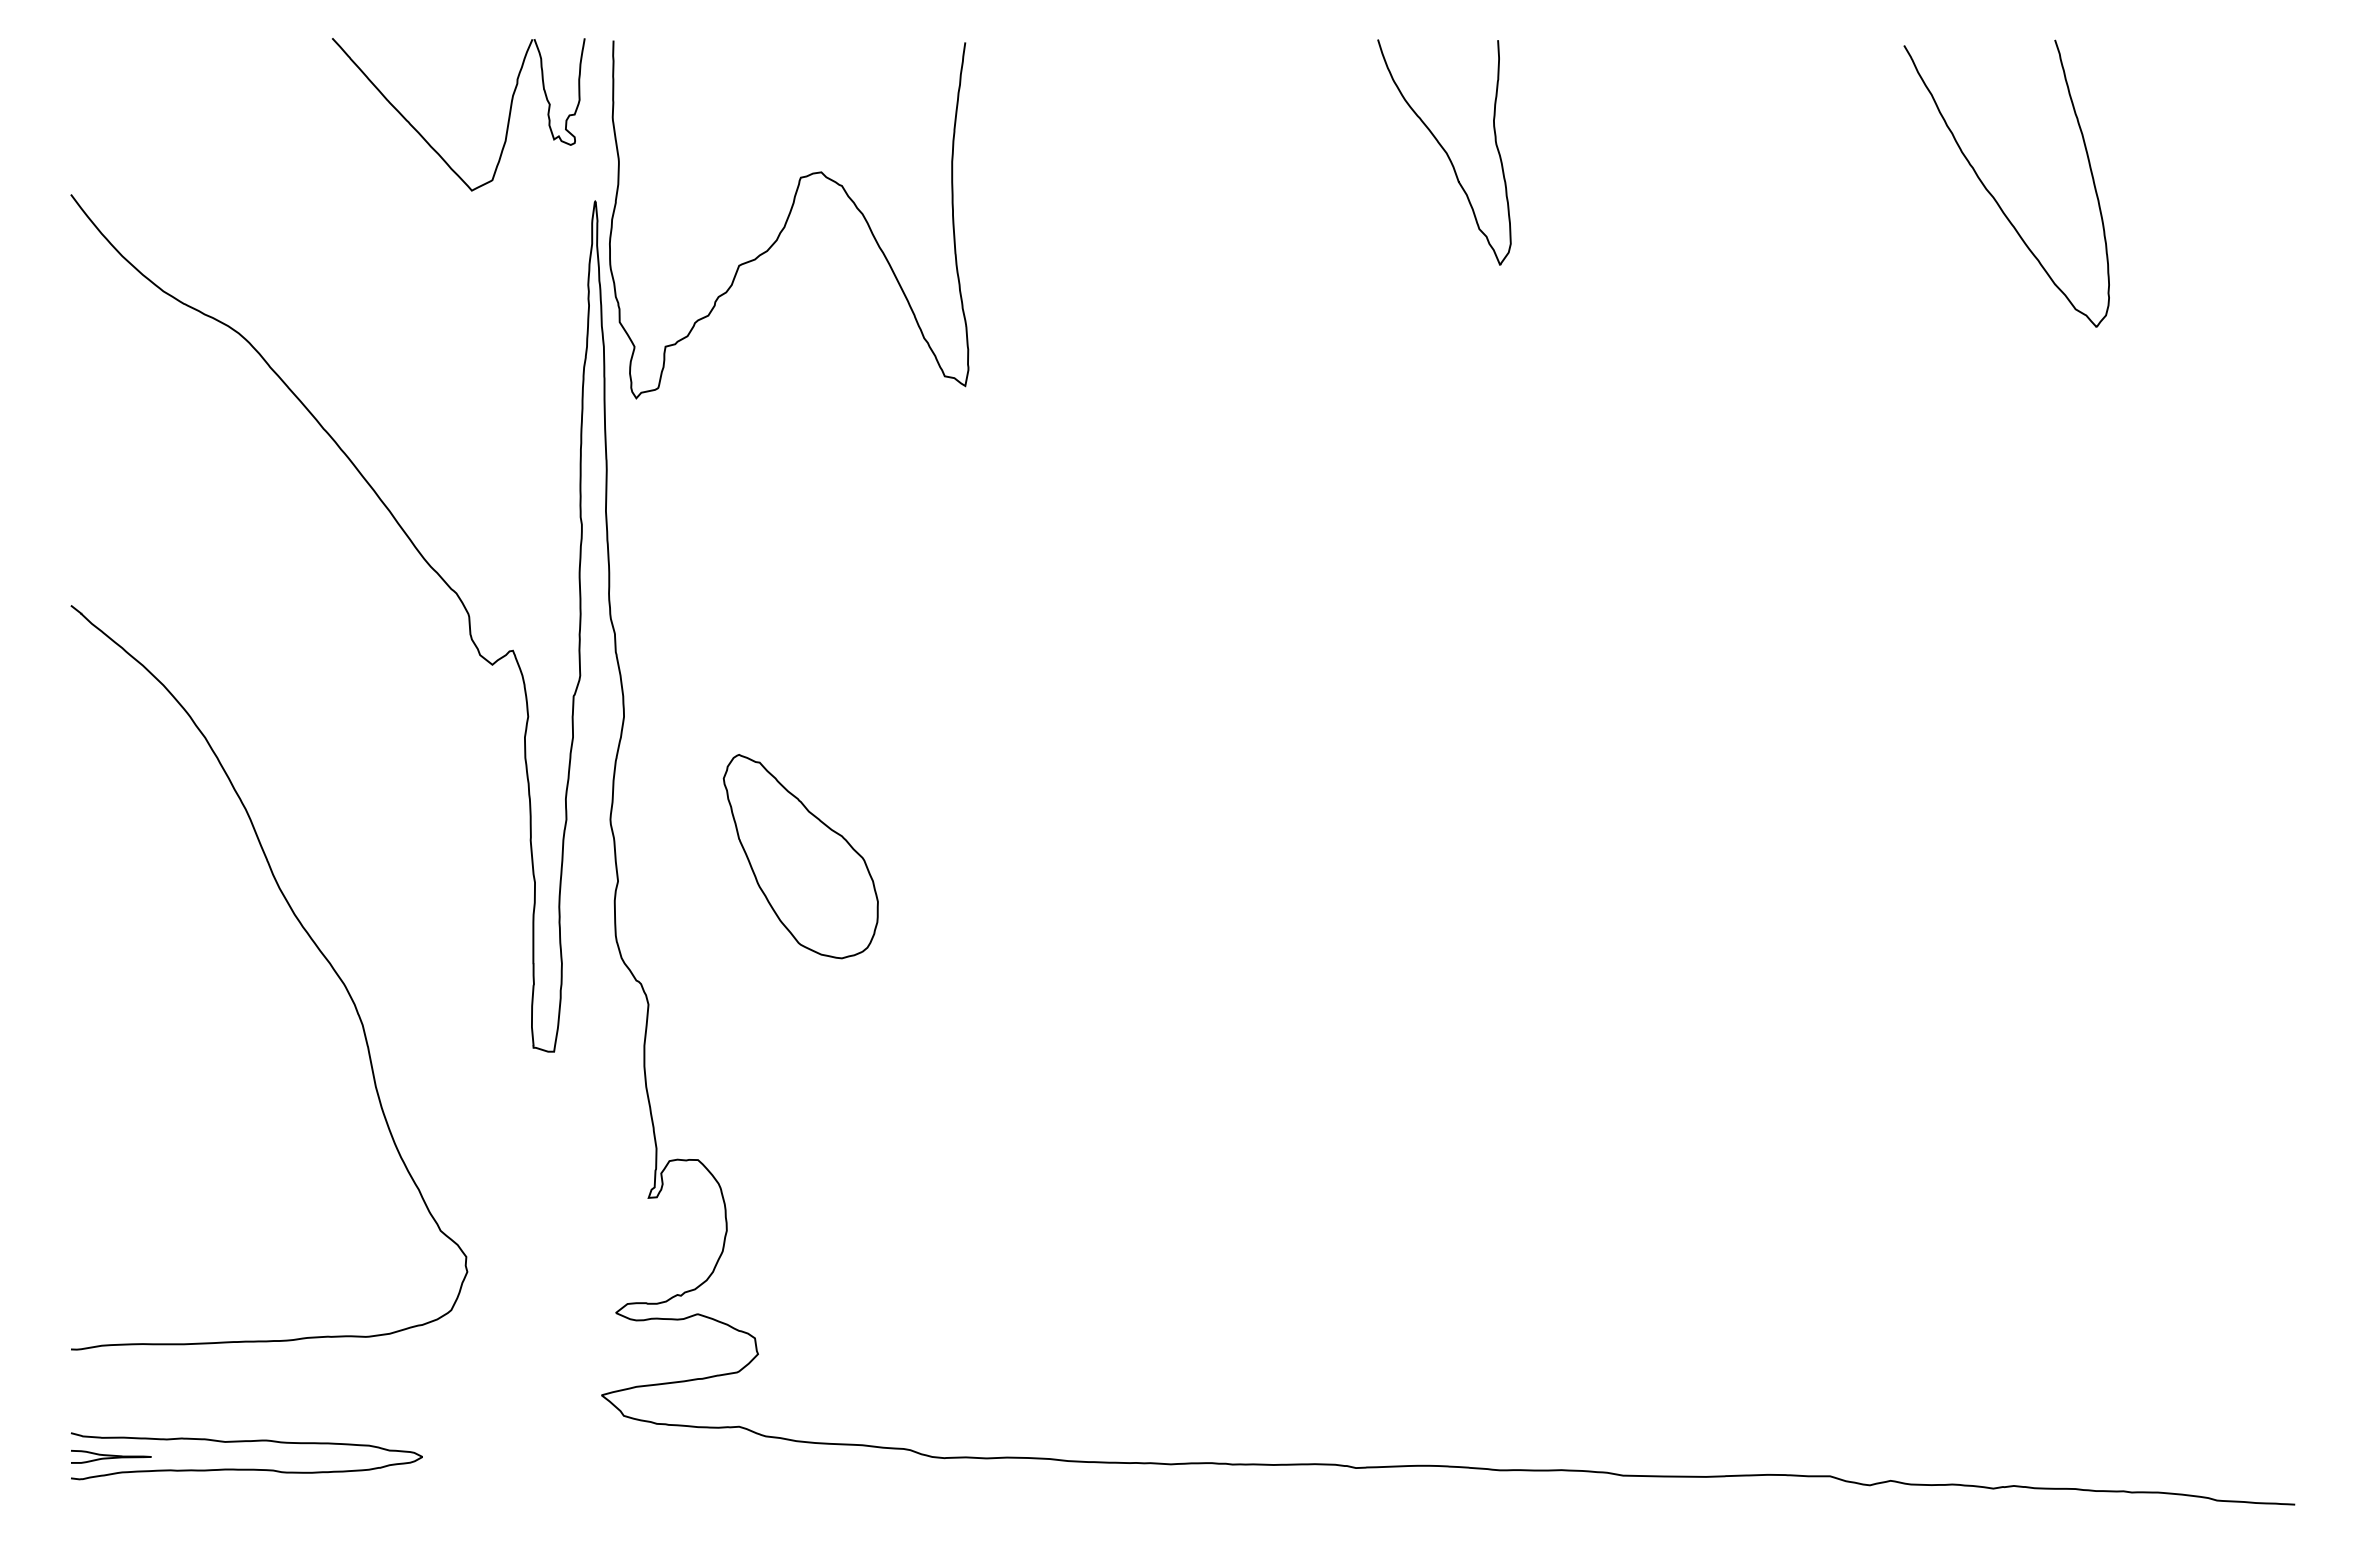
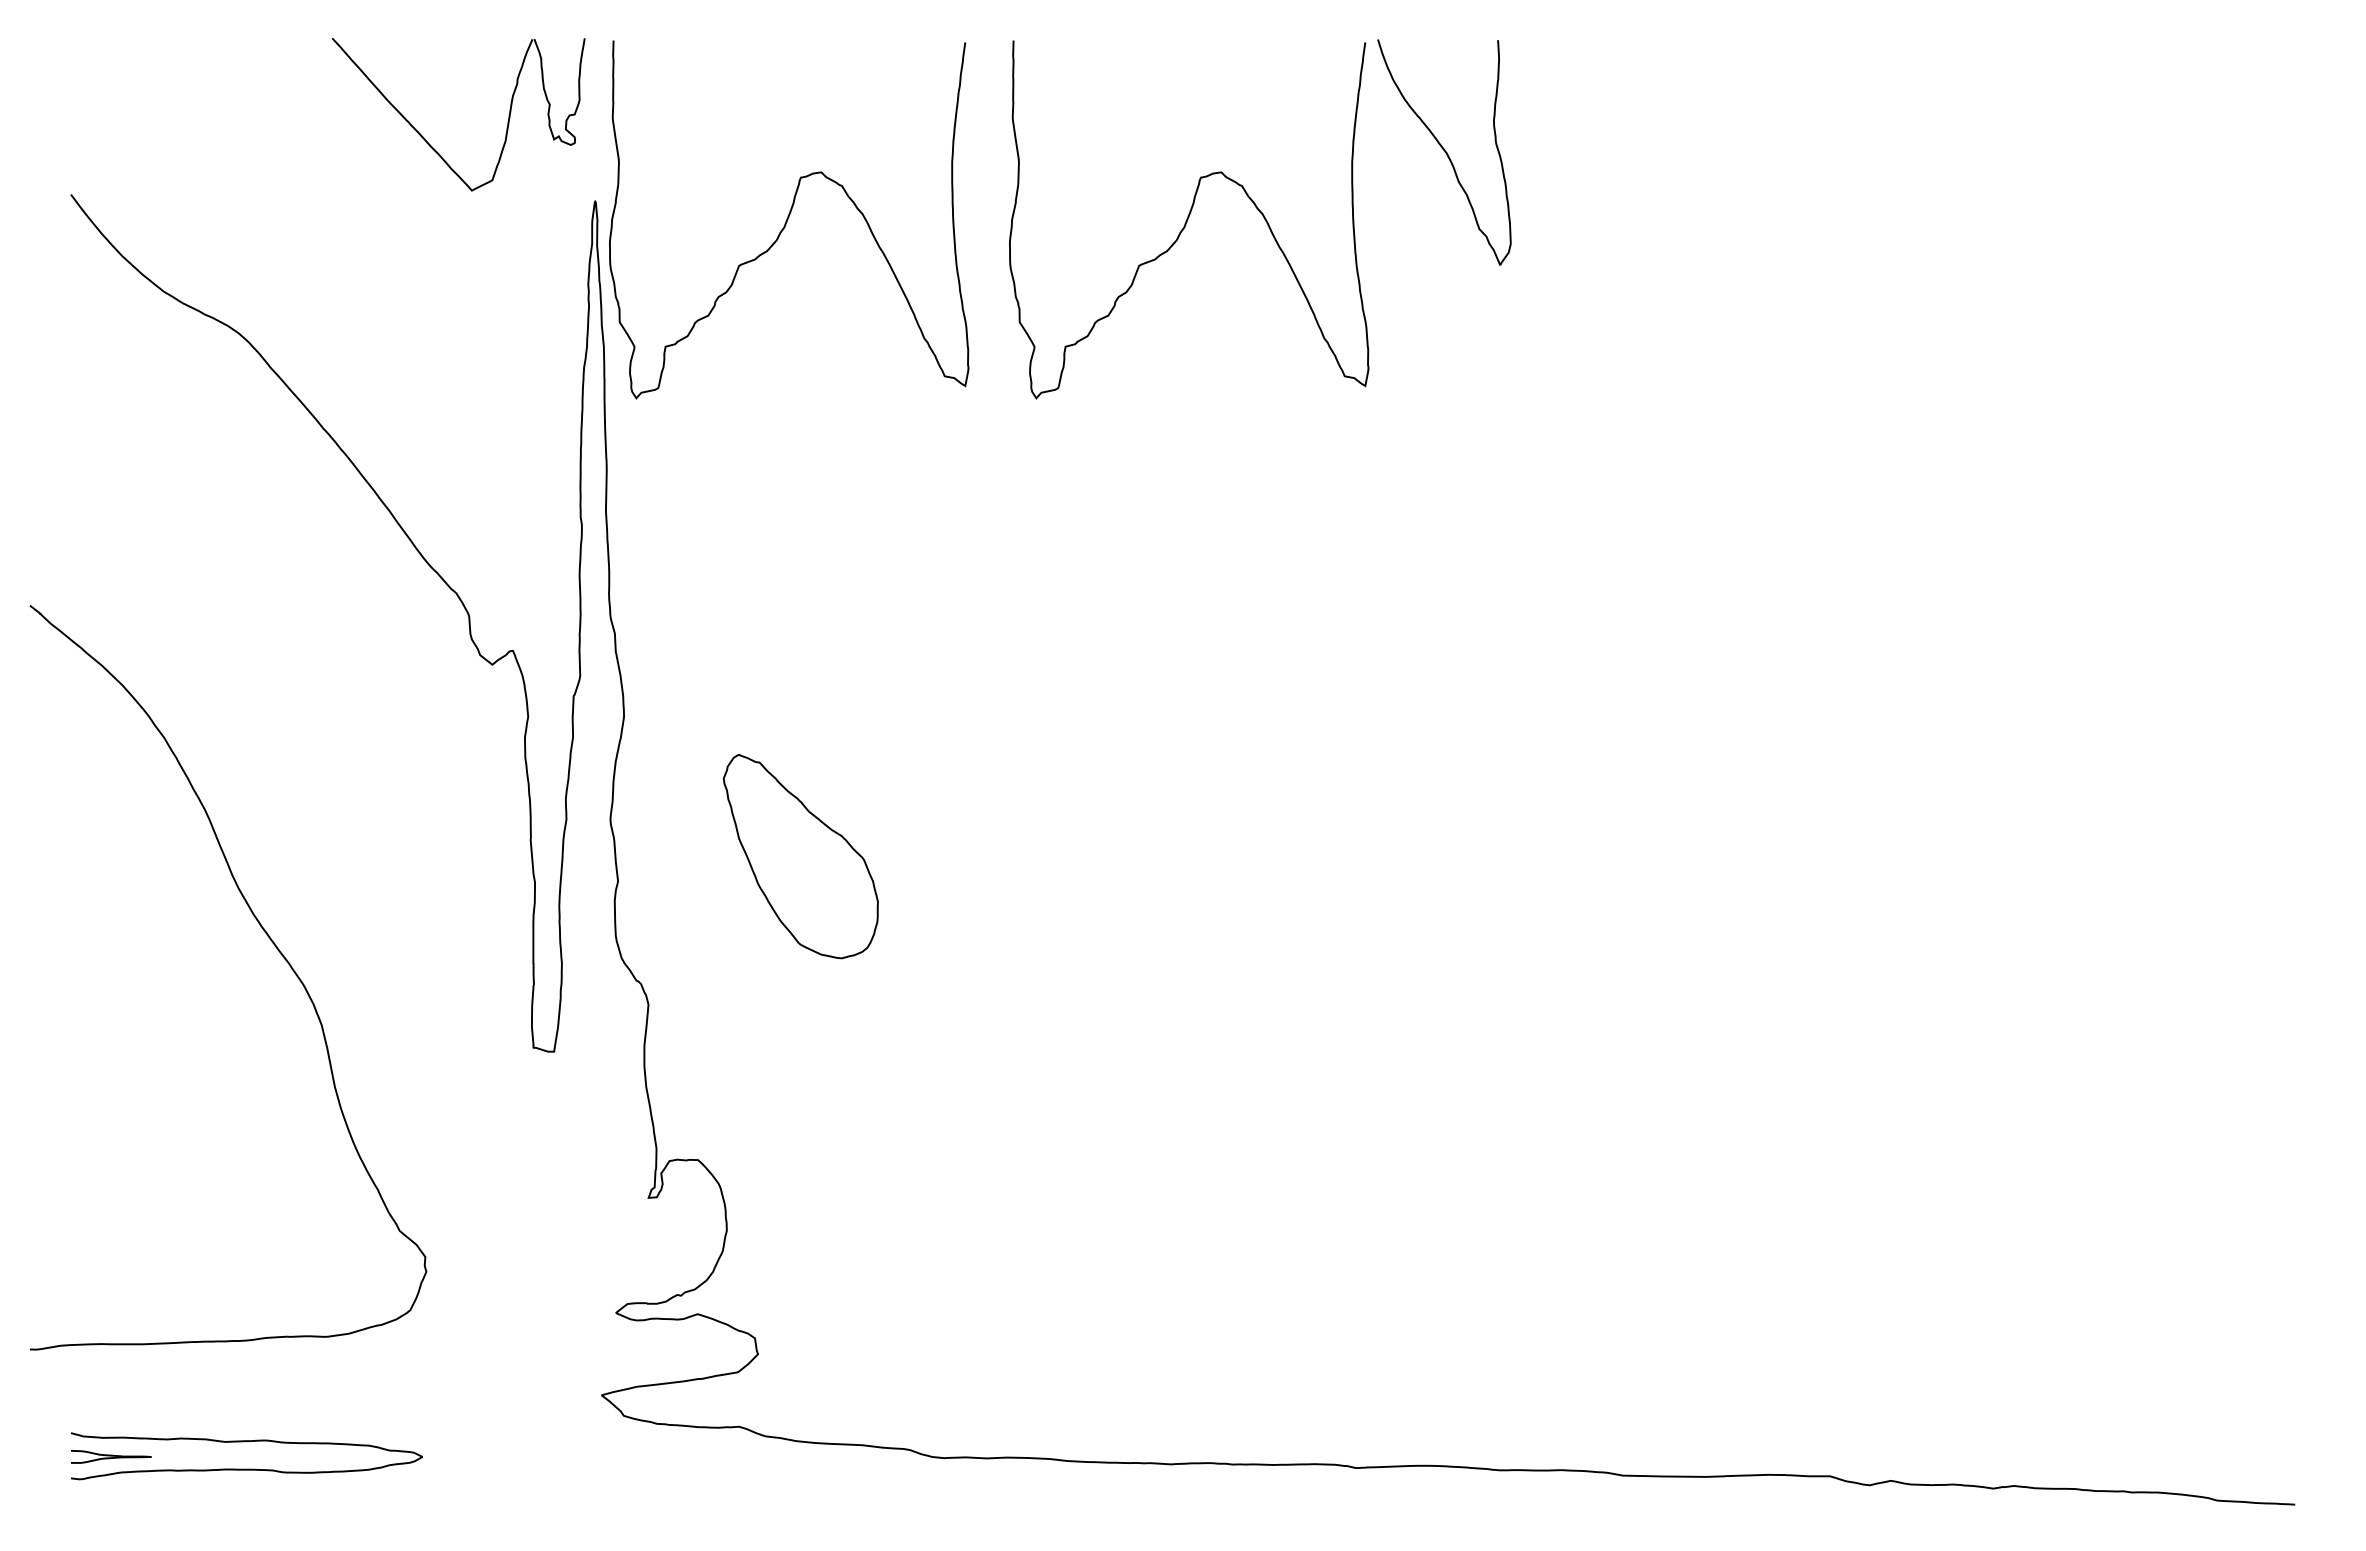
curve at (1992, 194): present -> none
curve at (1188, 219): none -> present
curve at (313, 943) position: (313, 943) -> (272, 943)
